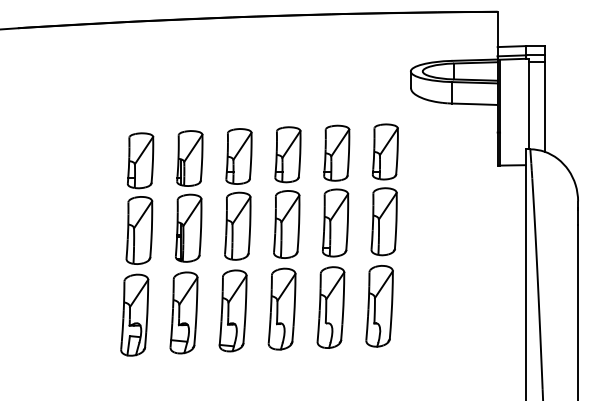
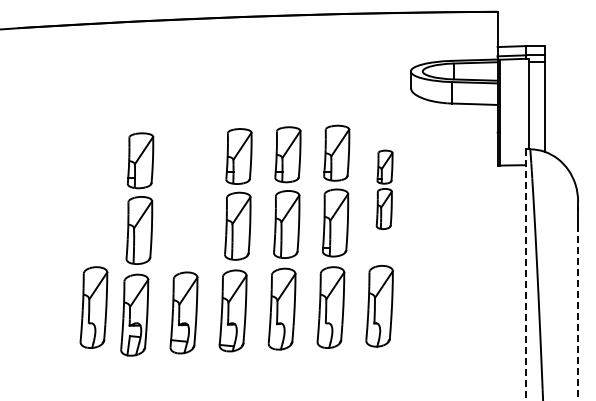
part at (384, 189) size: 29x134 px -> 19x82 px
part at (189, 196): present -> none
line at (526, 275): solid -> dashed
part at (93, 307): none -> present
line at (578, 312): solid -> dashed
